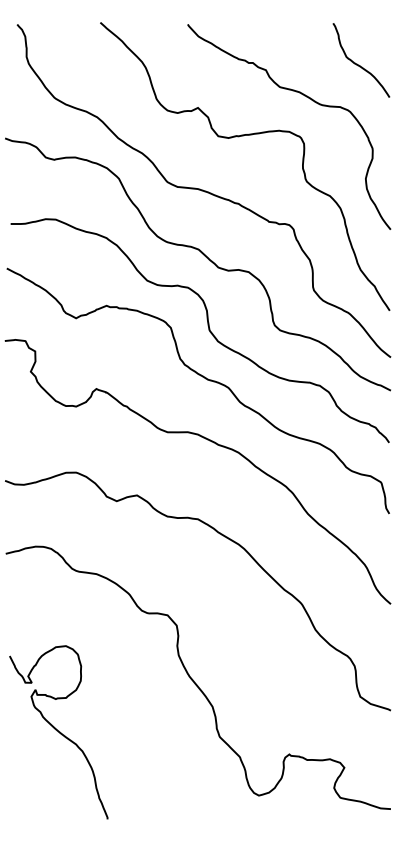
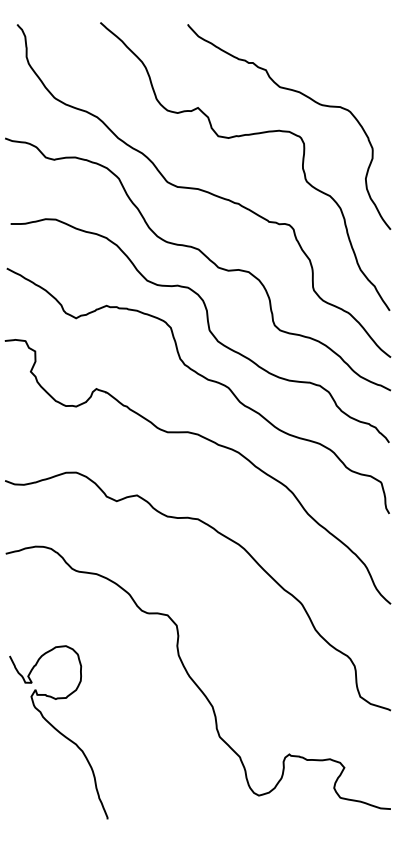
curve at (357, 63): present -> none
